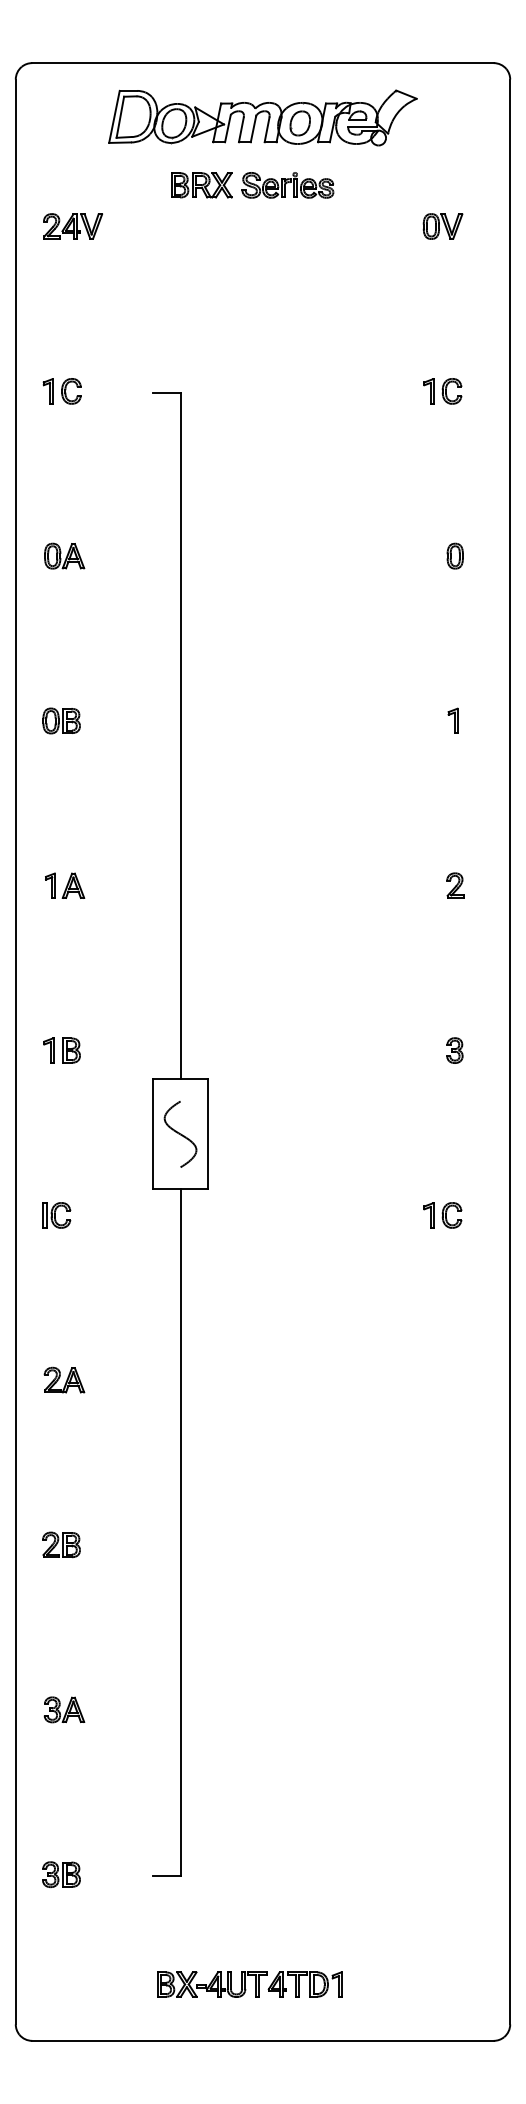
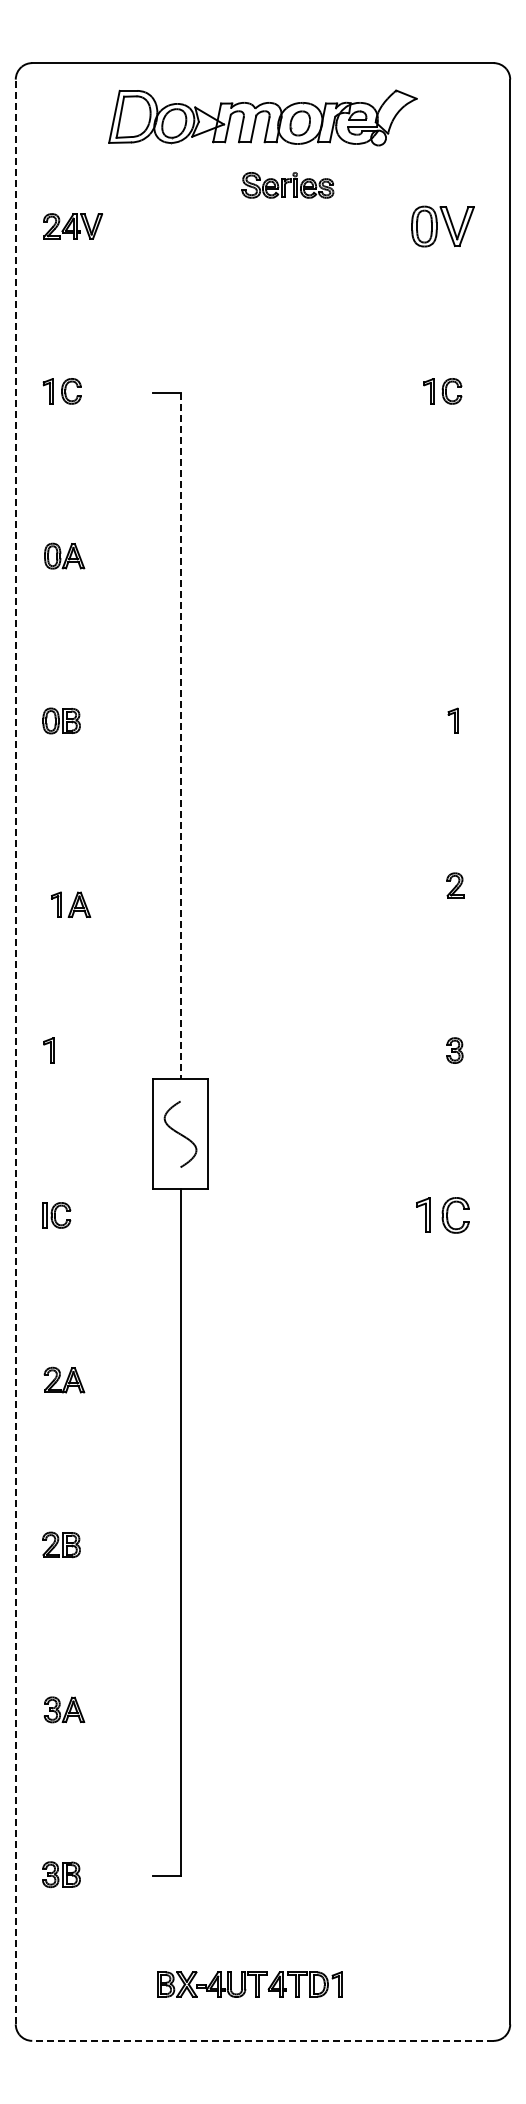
part at (201, 185): present -> none
part at (442, 226) size: 42x27 px -> 64x43 px
part at (454, 555): present -> none
line at (180, 736): solid -> dashed
part at (65, 885) position: (65, 885) -> (71, 904)
part at (71, 1050): present -> none
line at (15, 1051): solid -> dashed
part at (442, 1215) size: 40x27 px -> 54x37 px
line at (262, 2040): solid -> dashed
